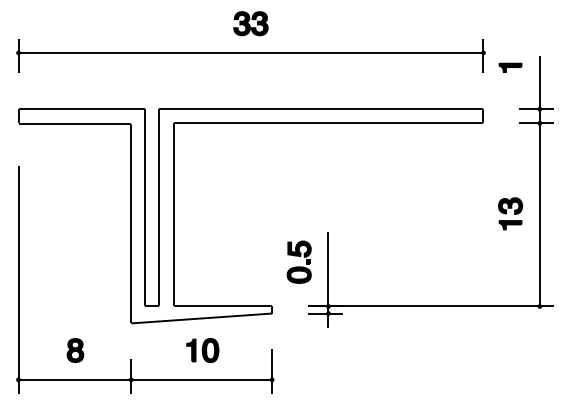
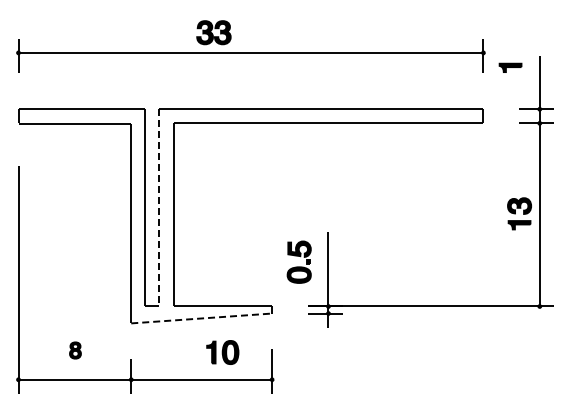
part at (250, 23) position: (250, 23) -> (213, 32)
line at (159, 207): solid -> dashed
part at (510, 213) position: (510, 213) -> (519, 213)
line at (201, 318): solid -> dashed
part at (75, 350) size: 19x25 px -> 13x19 px
part at (202, 350) position: (202, 350) -> (222, 352)
